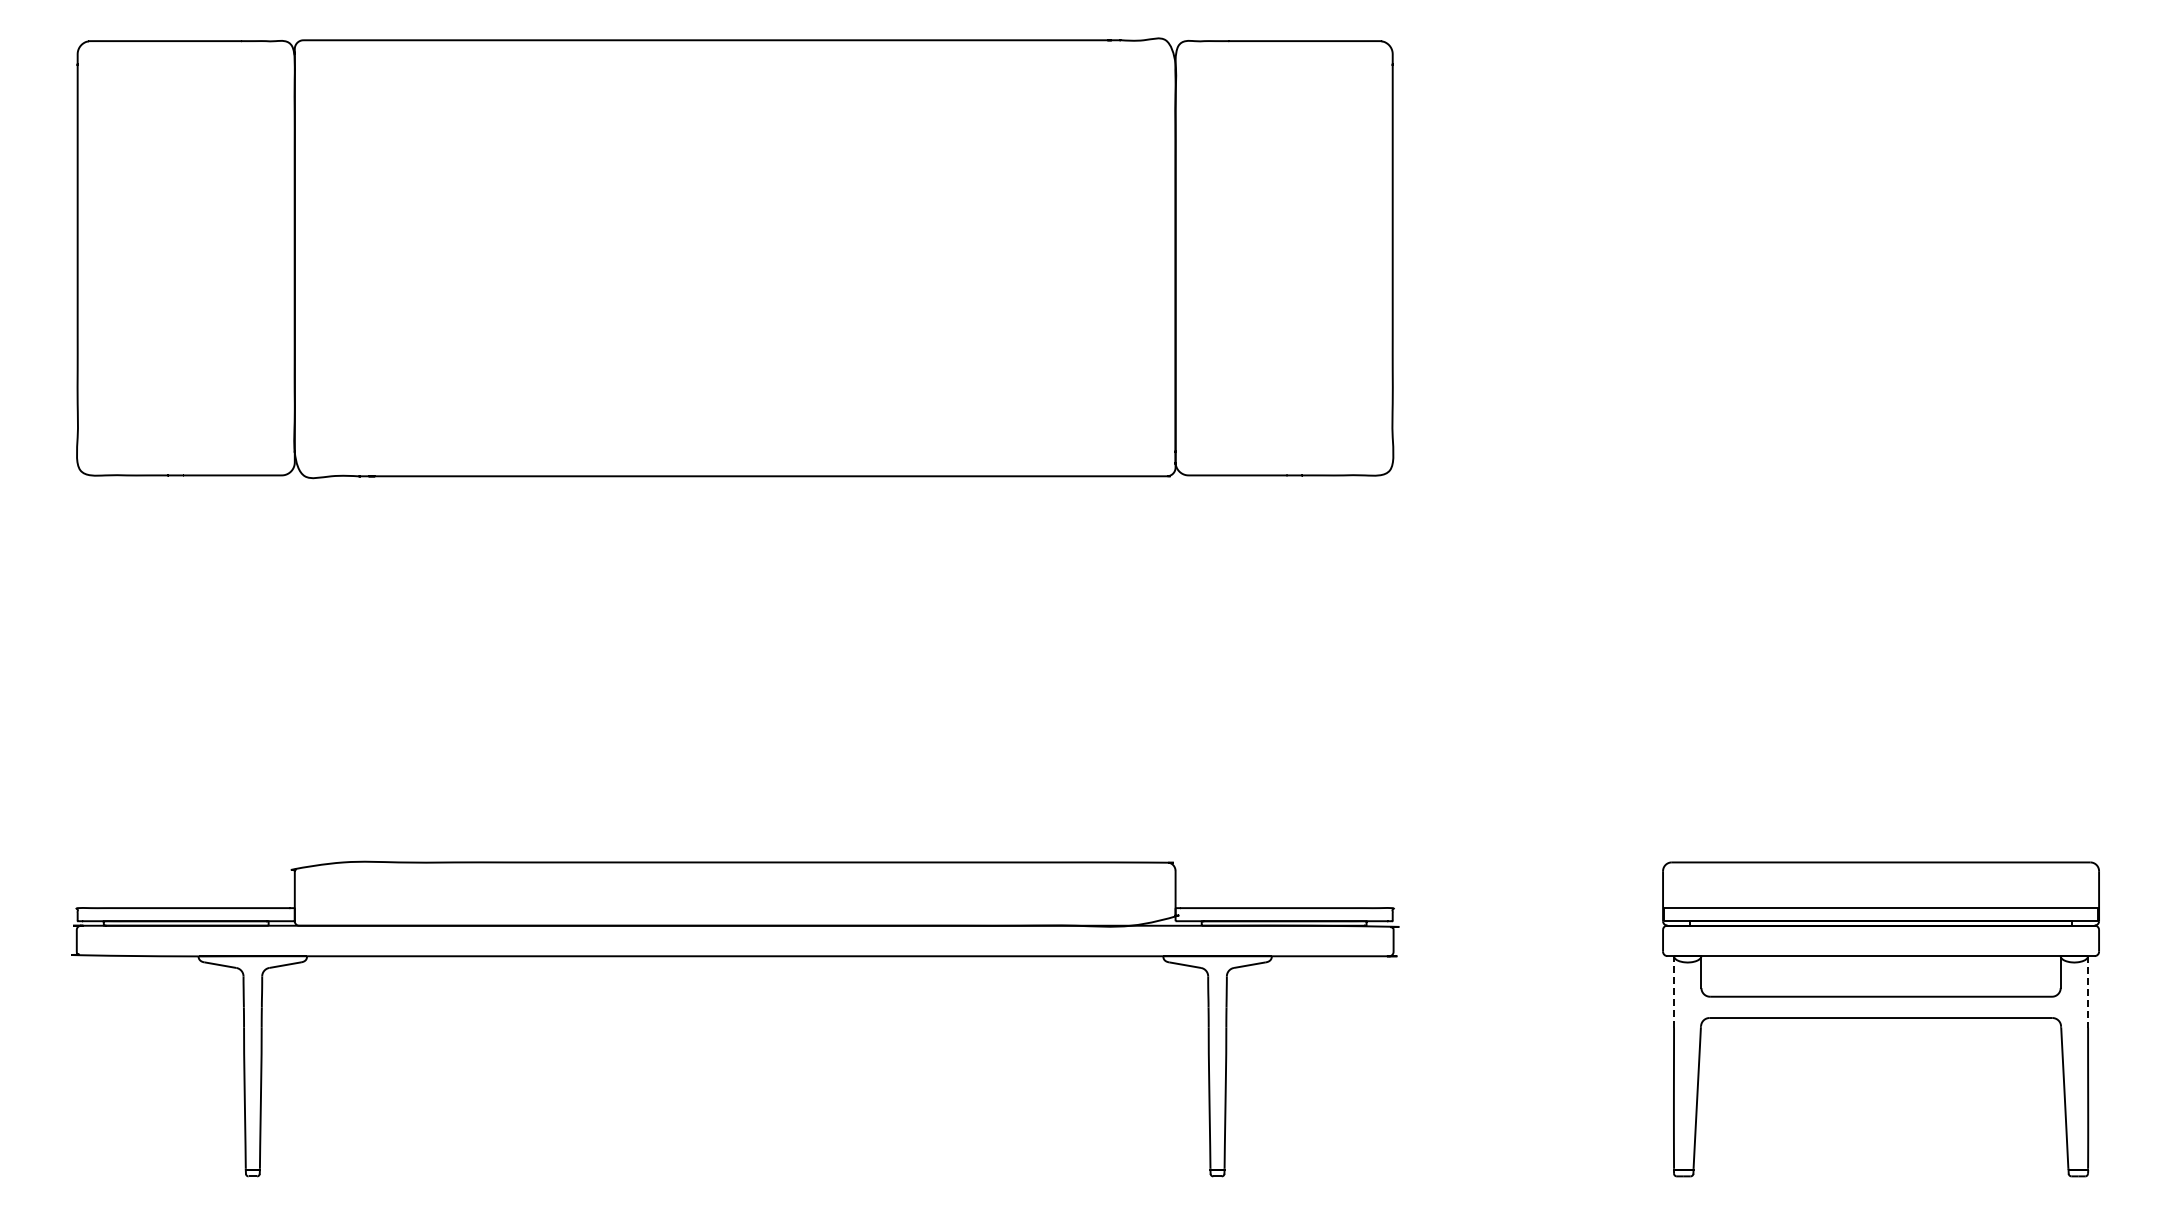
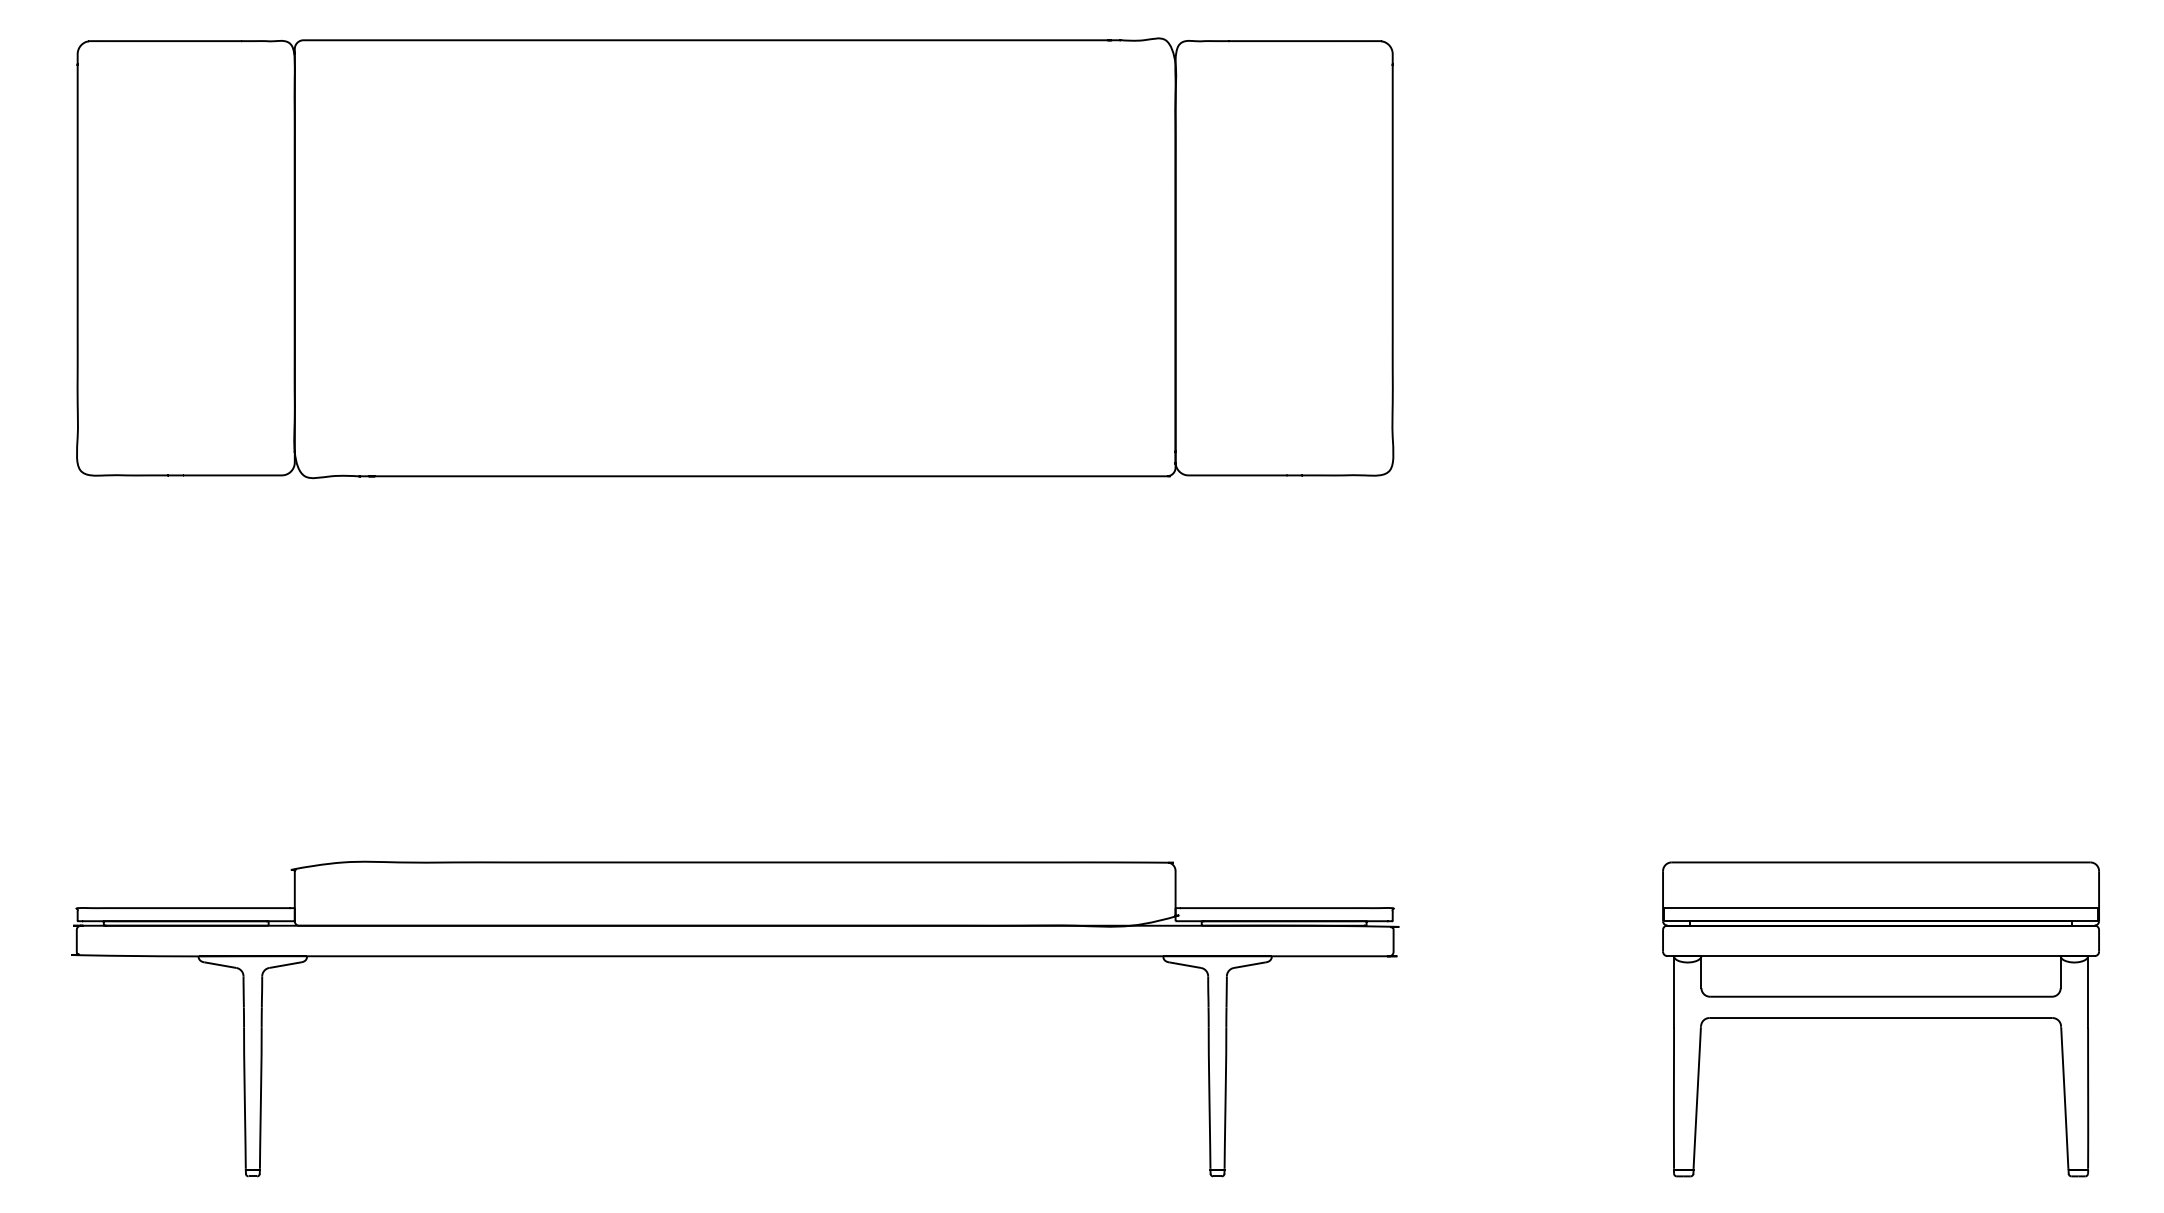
line at (1674, 992): dashed -> solid
line at (2088, 992): dashed -> solid
